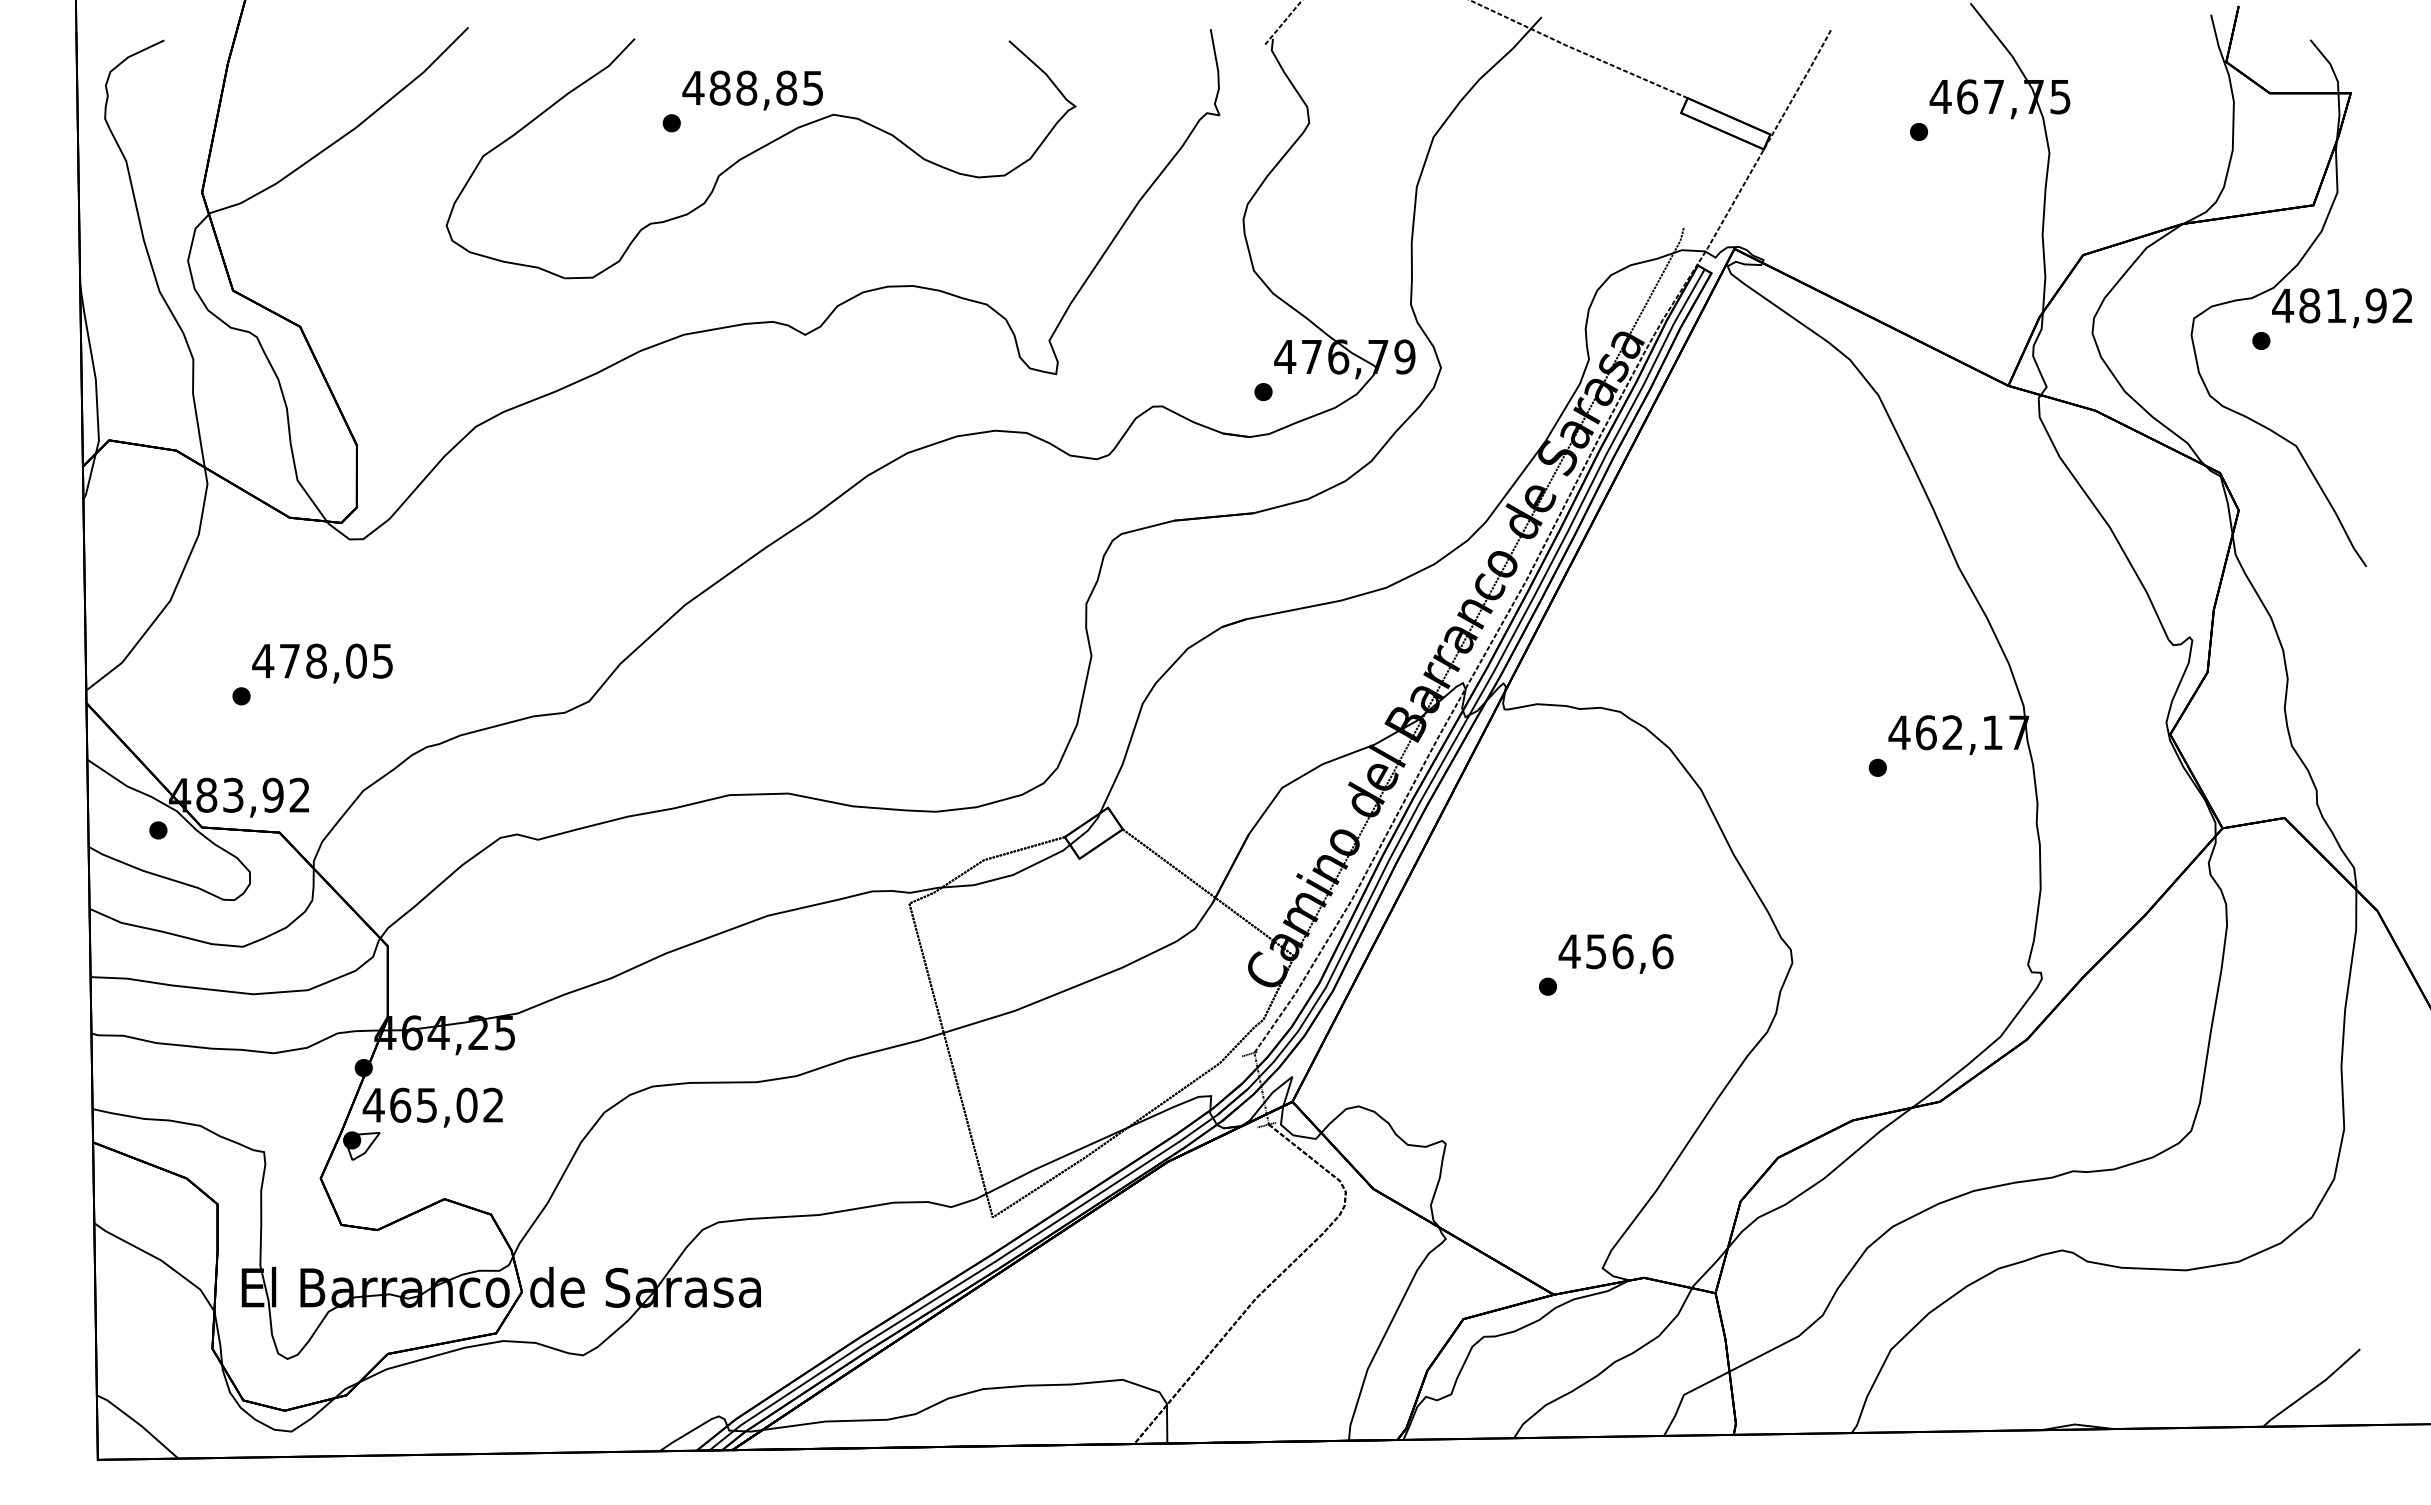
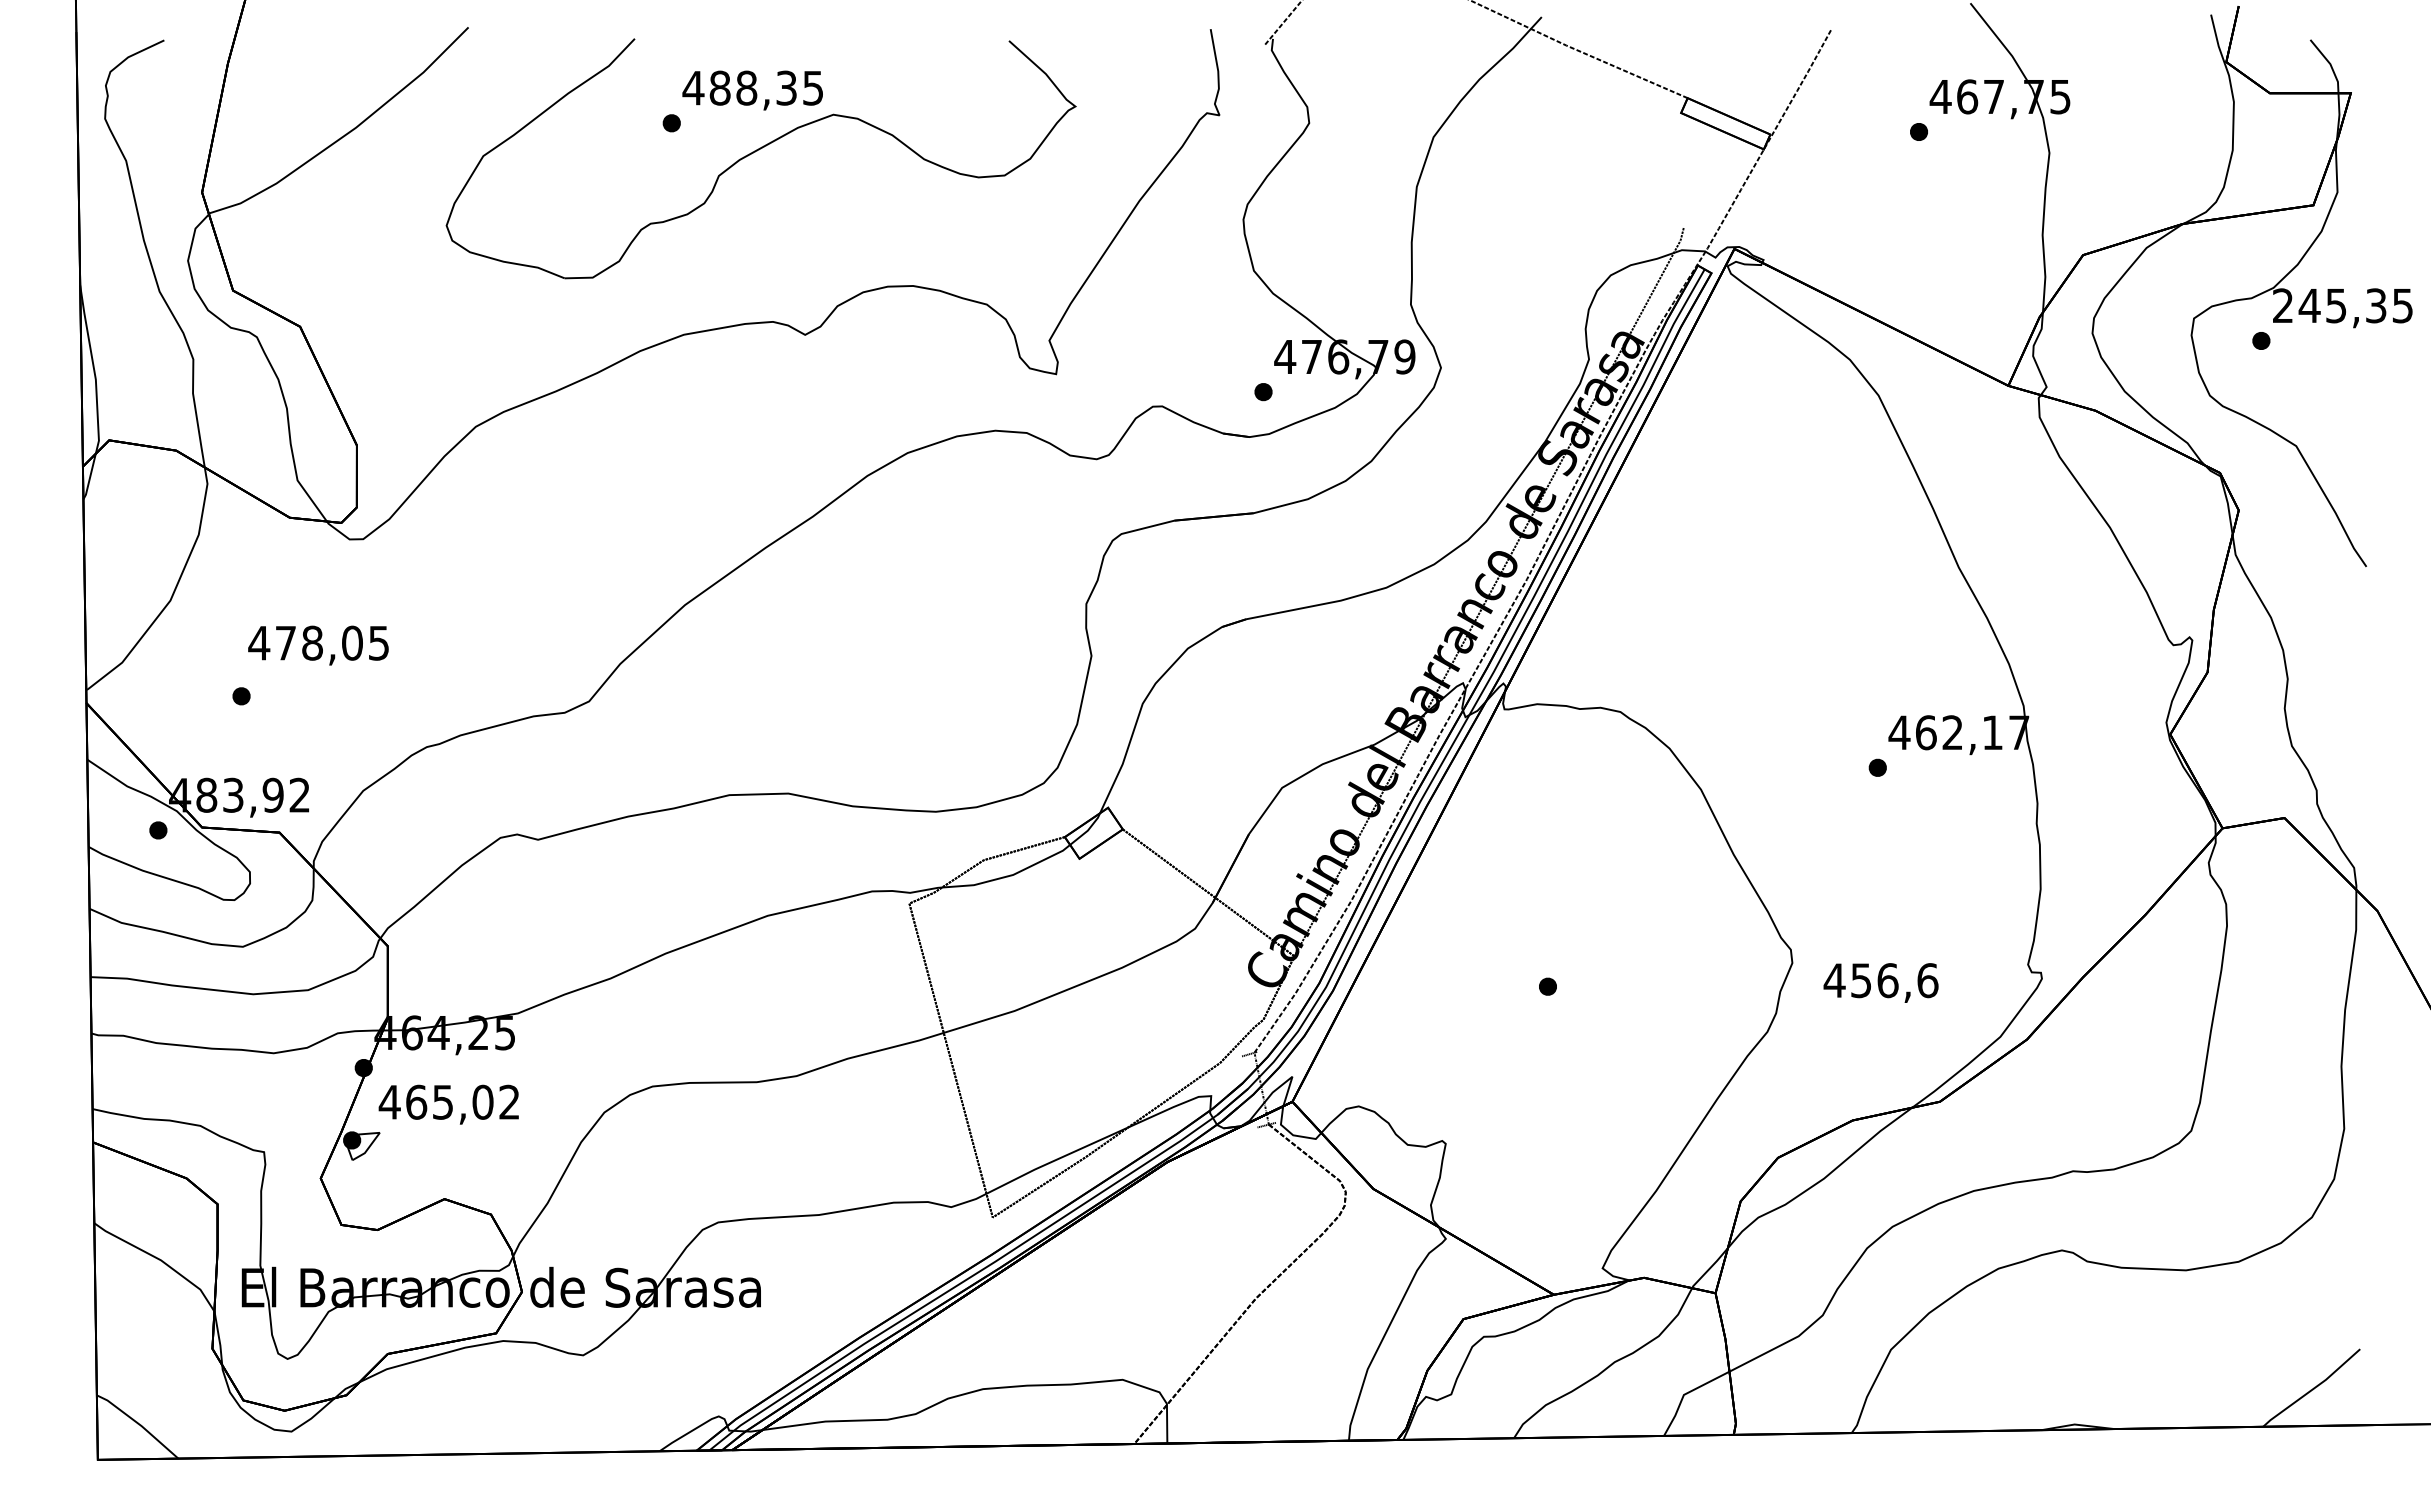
text at (786, 87): 488,85 -> 488,35
text at (2342, 305): 481,92 -> 245,35
text at (322, 663) position: (322, 663) -> (318, 645)
text at (1615, 953) position: (1615, 953) -> (1880, 982)
text at (432, 1107) position: (432, 1107) -> (448, 1104)
